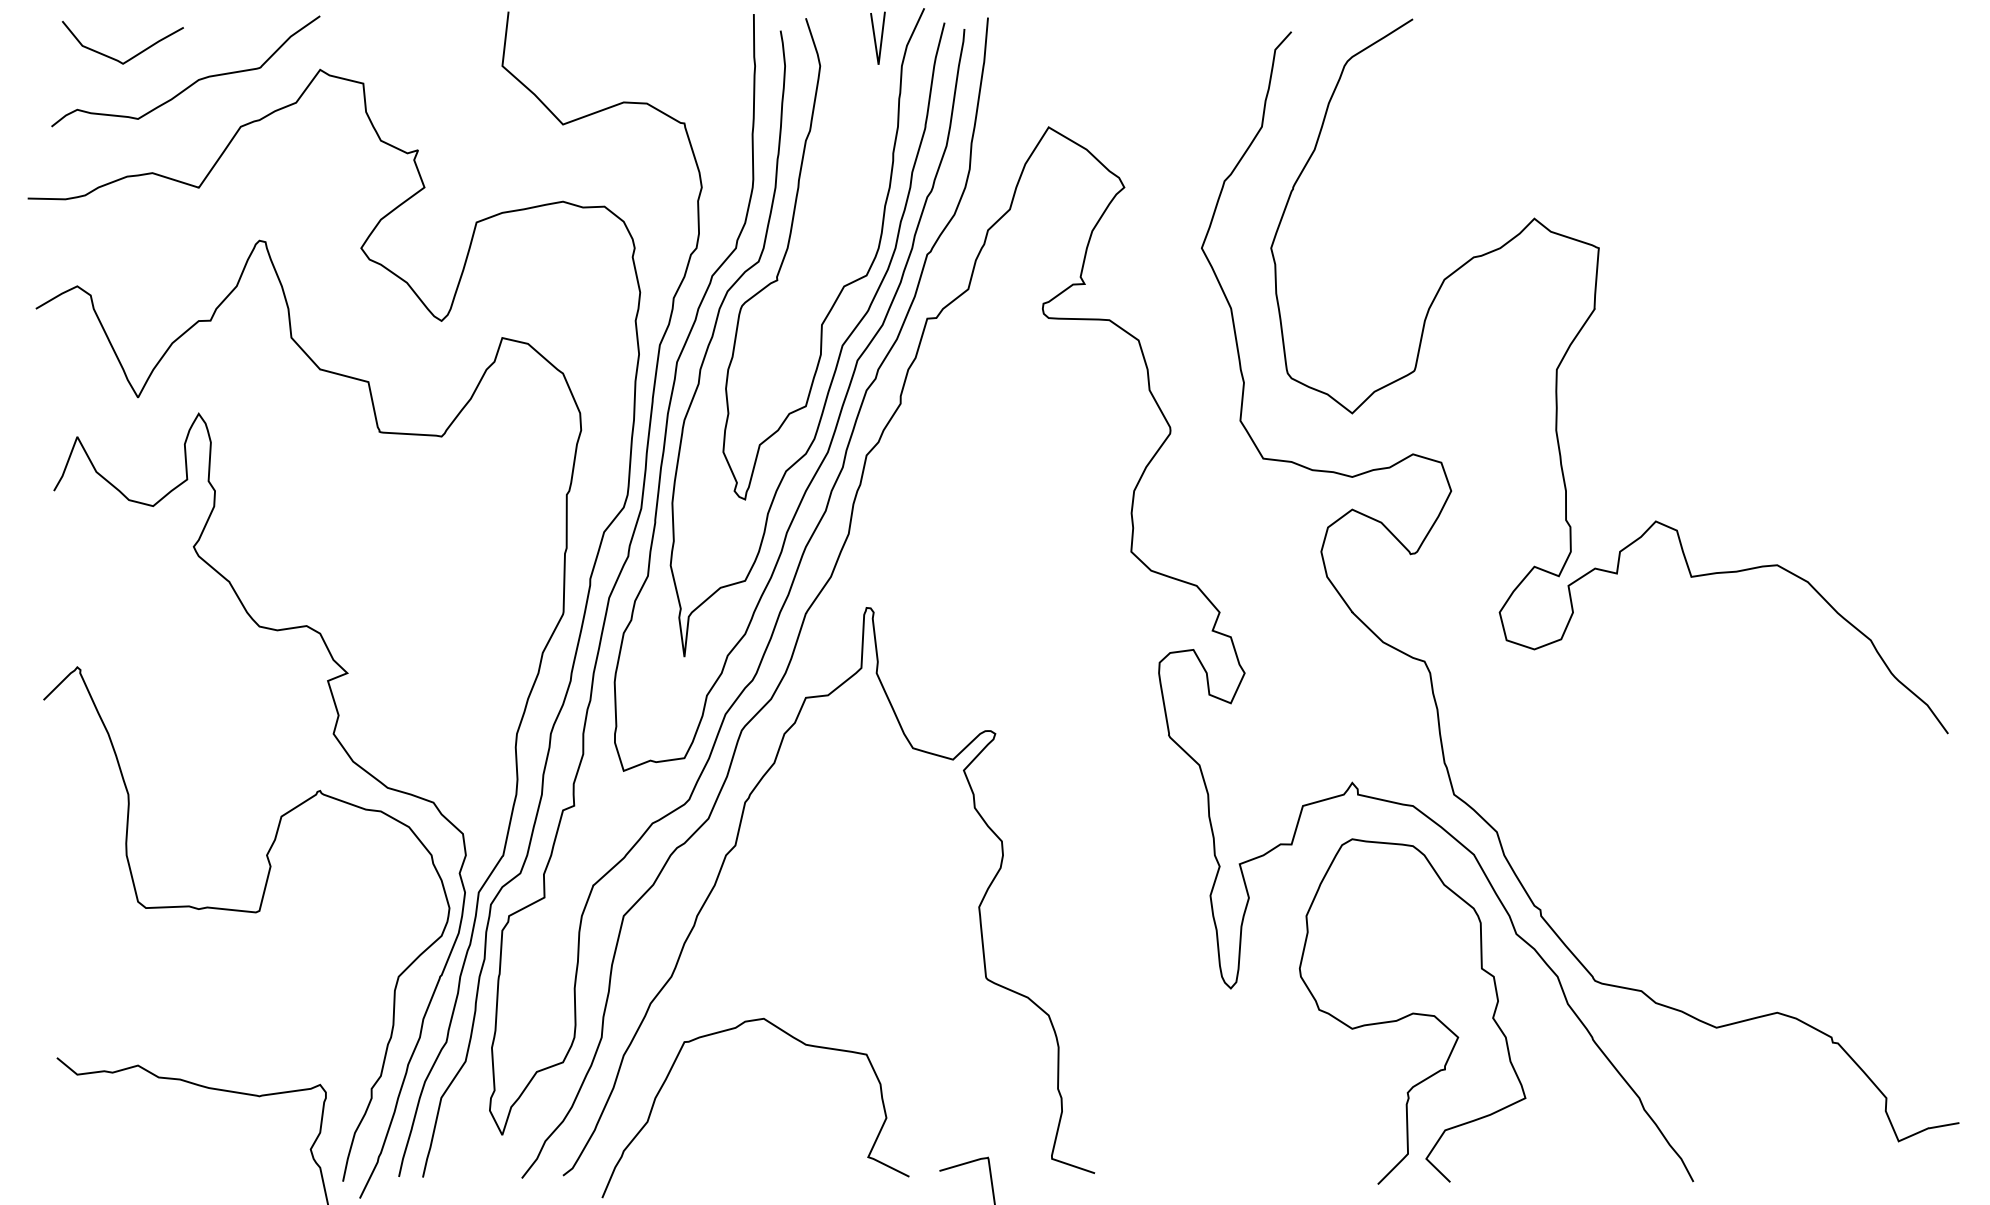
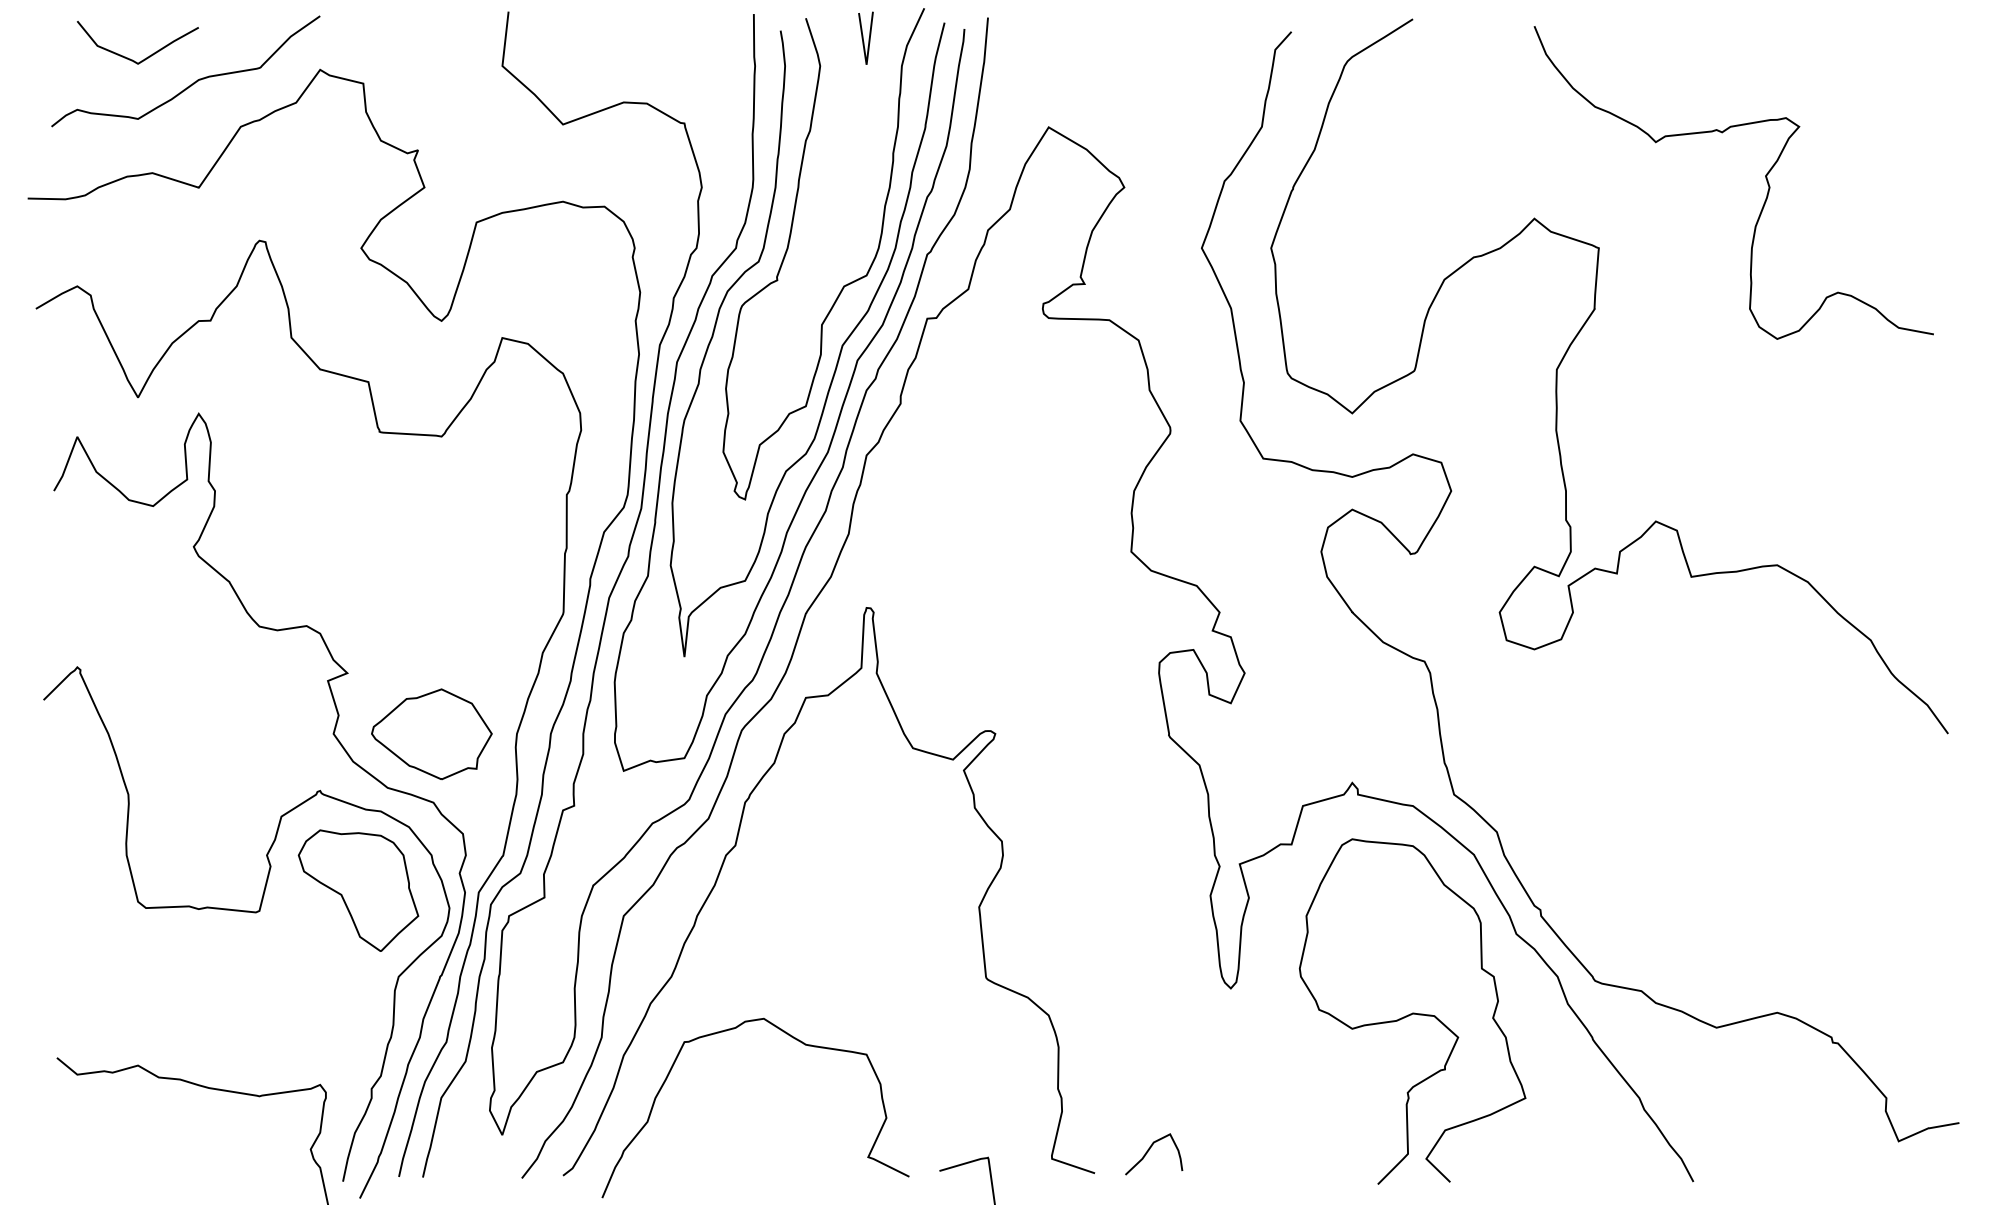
line at (875, 37) position: (875, 37) -> (863, 37)
curve at (132, 56) position: (132, 56) -> (147, 56)
curve at (1765, 178): none -> present
part at (431, 734): none -> present
part at (358, 890): none -> present
curve at (1150, 1149): none -> present
